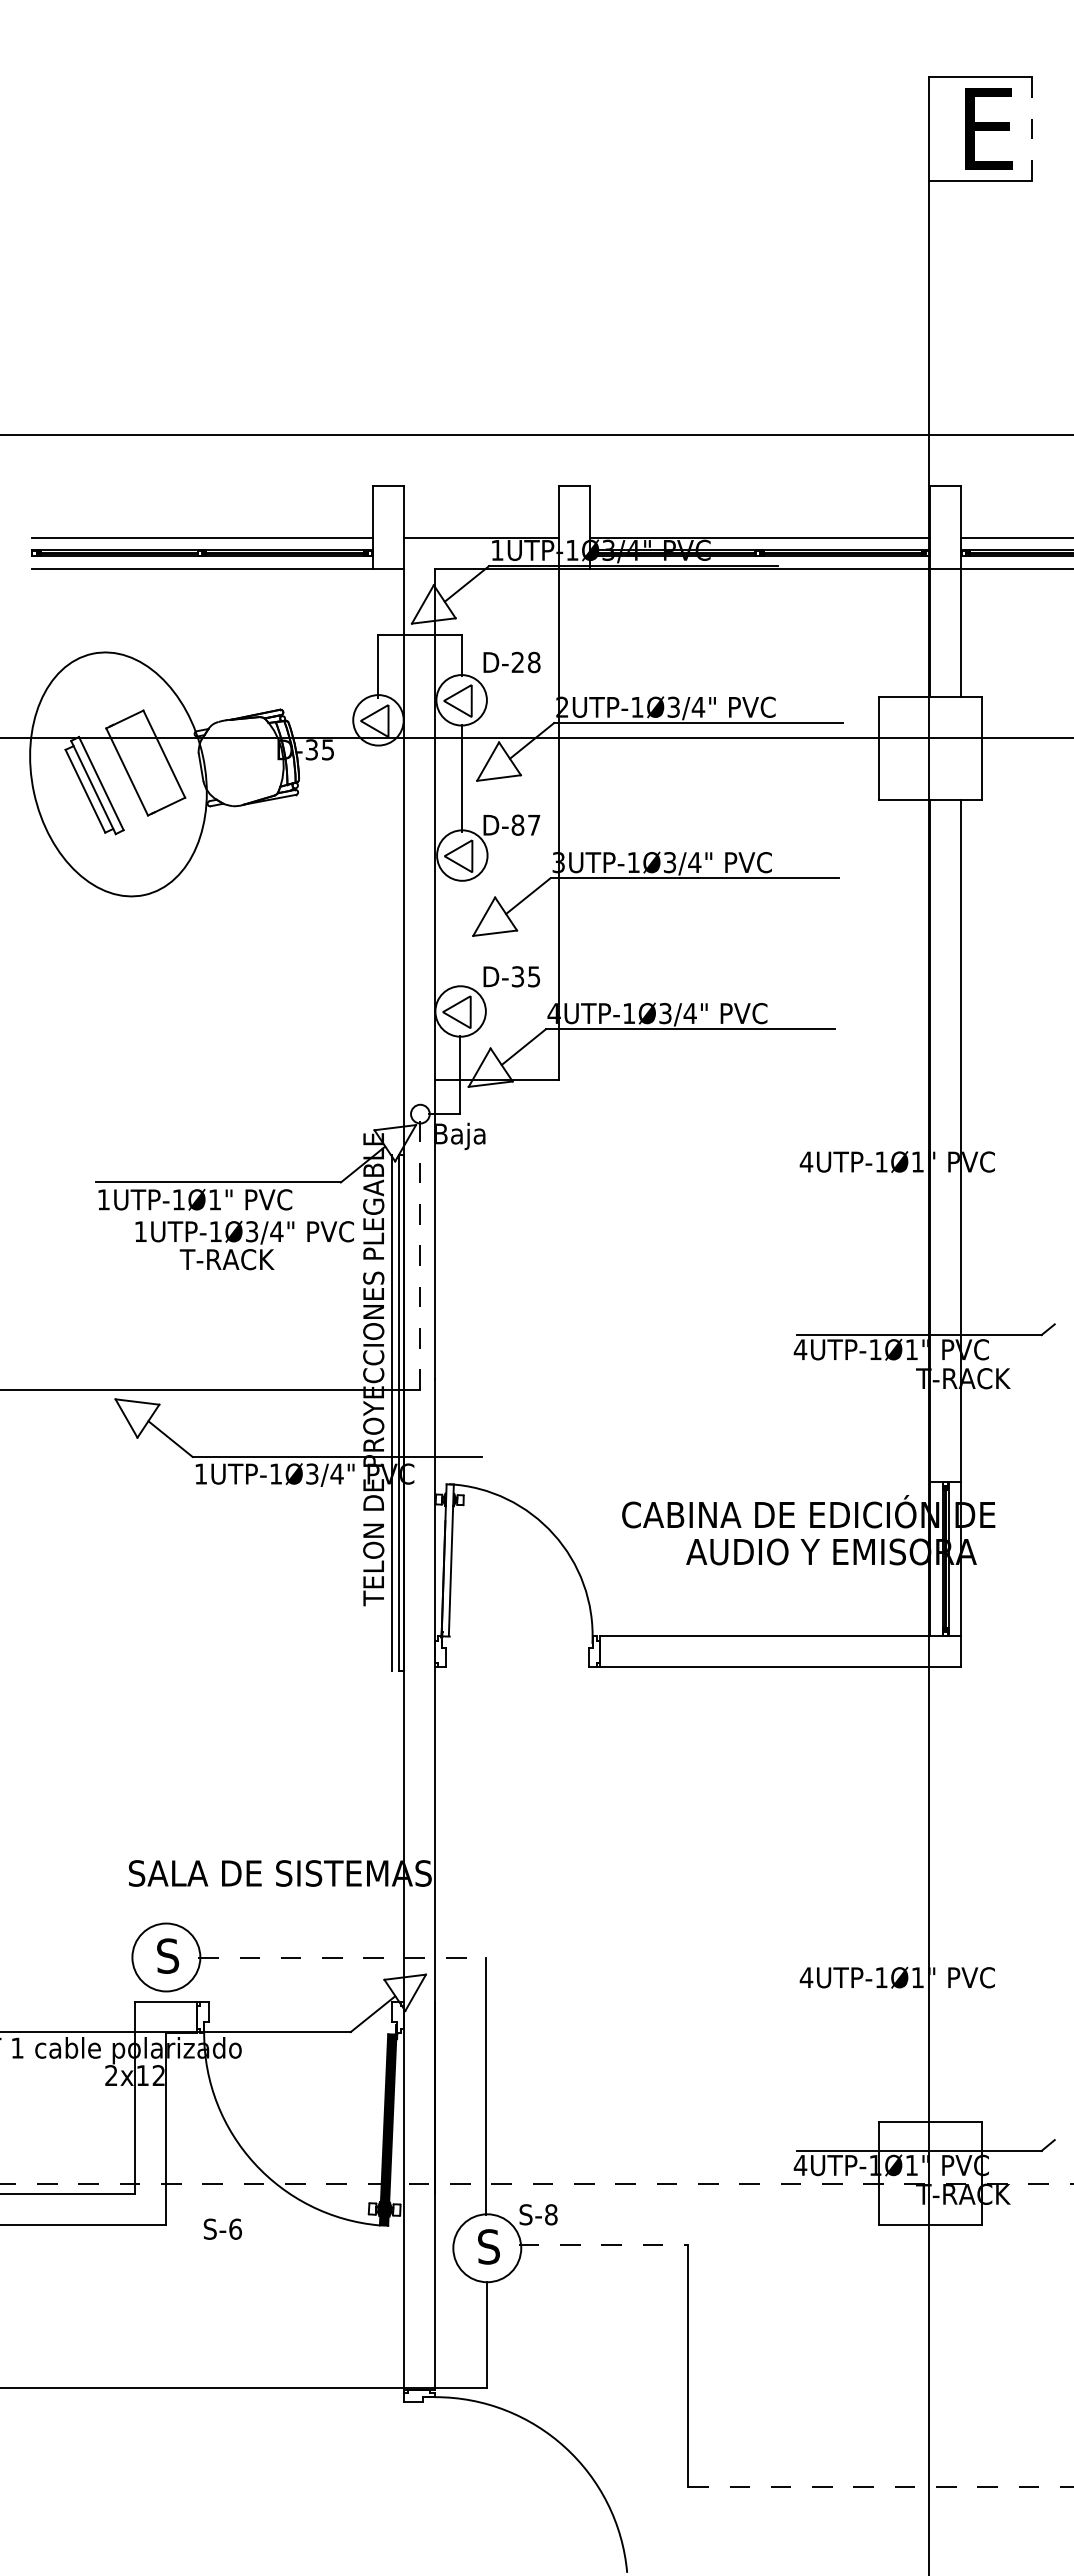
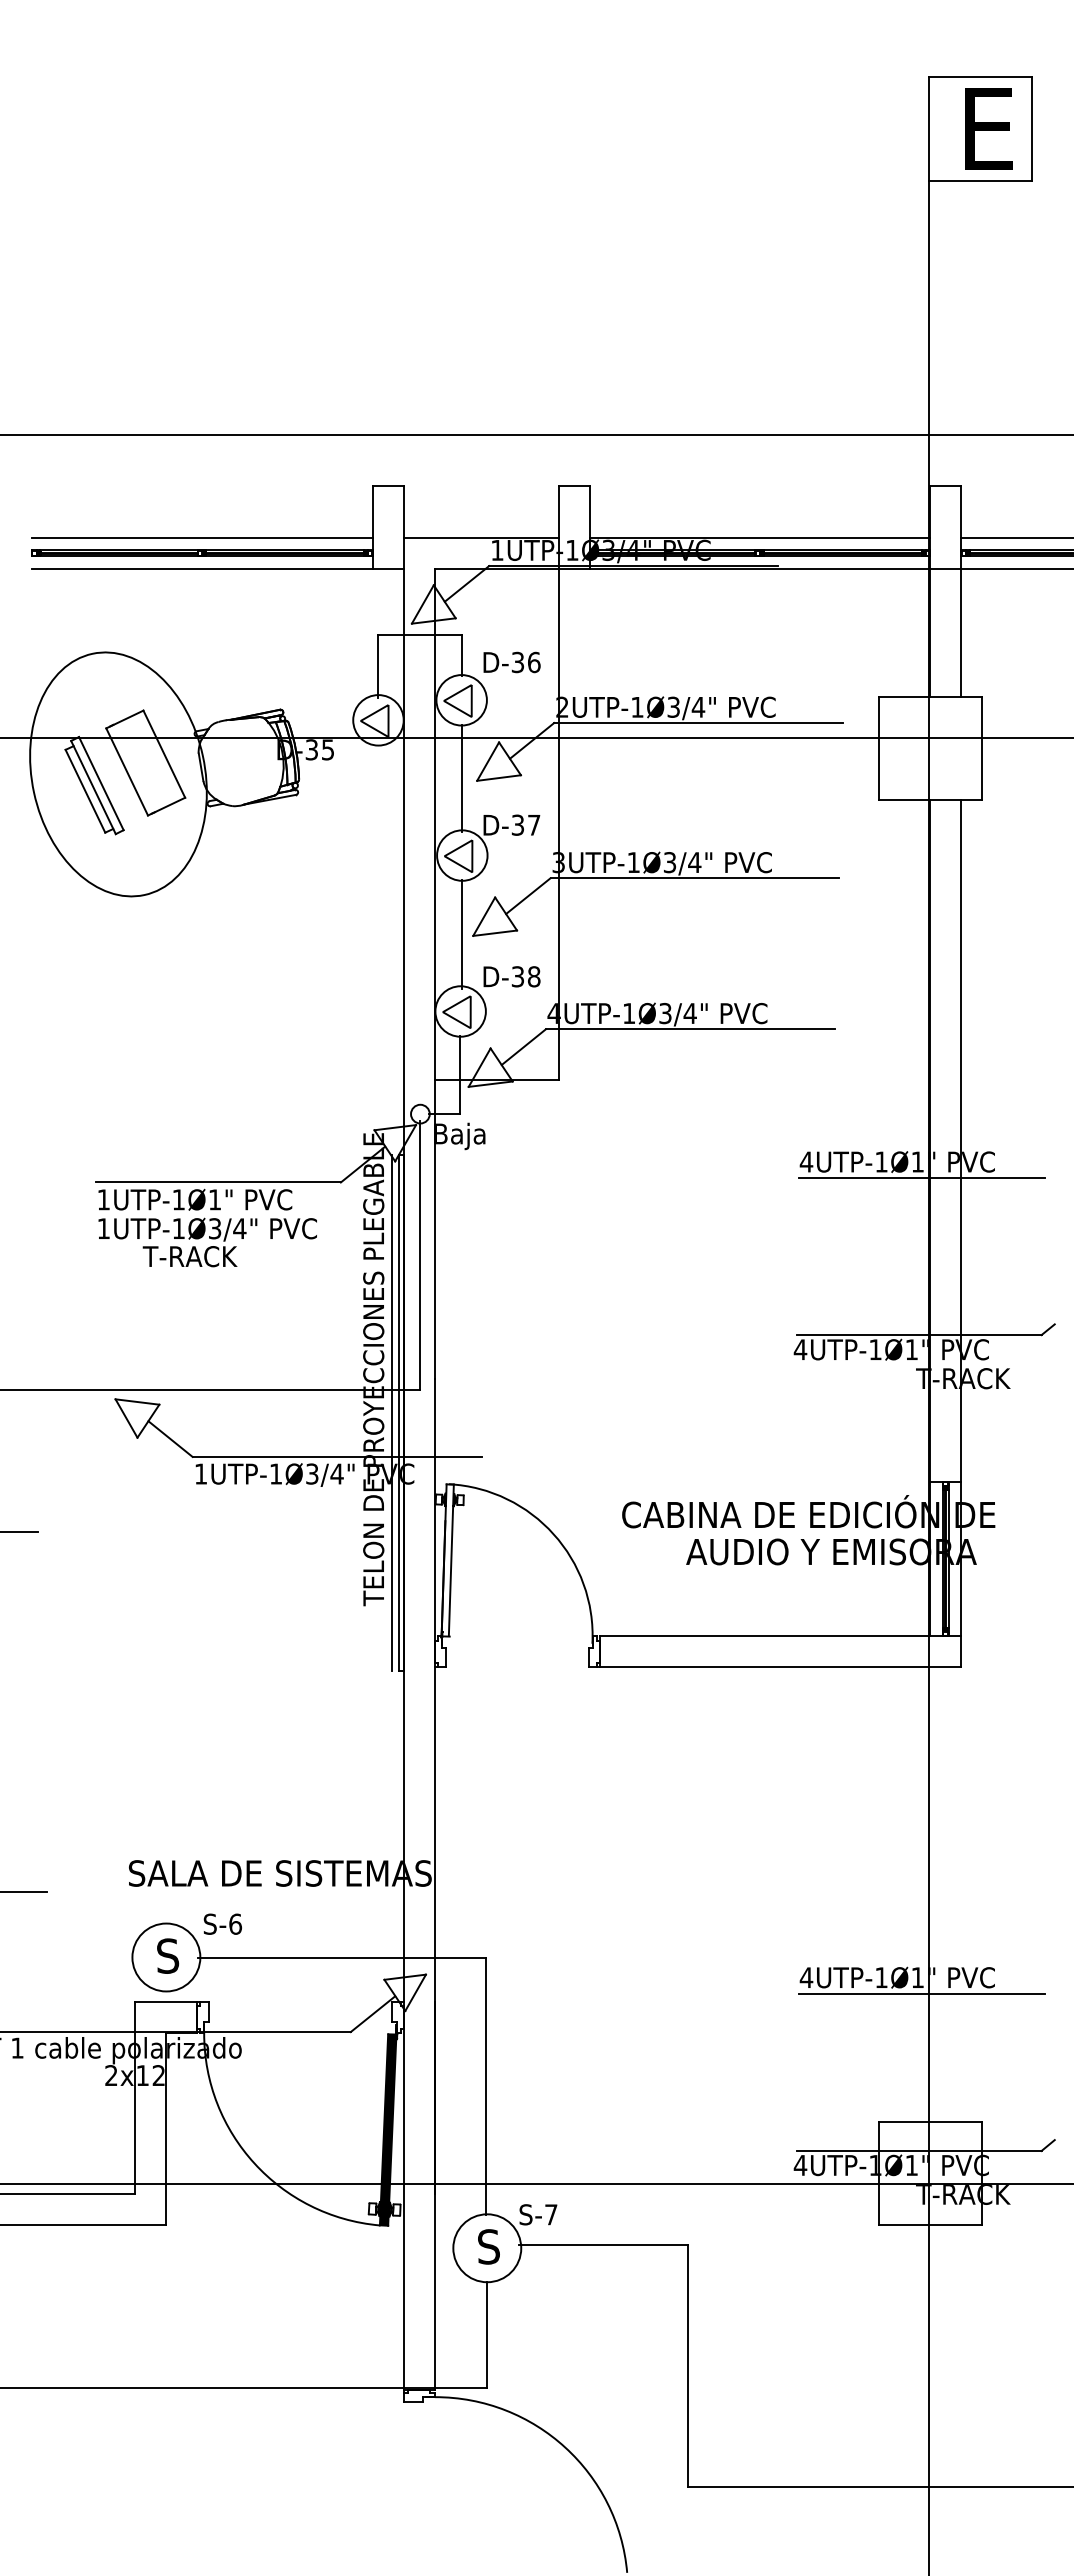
line at (1031, 128): dashed -> solid
text at (525, 662): D-28 -> D-36
text at (517, 824): D-87 -> D-37
line at (461, 934): none -> present
text at (533, 976): D-35 -> D-38
line at (921, 1177): none -> present
text at (244, 1245) position: (244, 1245) -> (207, 1242)
line at (419, 1255): dashed -> solid
line at (19, 1532): none -> present
line at (24, 1892): none -> present
line at (342, 1957): dashed -> solid
line at (921, 1993): none -> present
line at (536, 2183): dashed -> solid
text at (551, 2214): S-8 -> S-7
text at (222, 2228) position: (222, 2228) -> (222, 1923)
line at (603, 2245): dashed -> solid
line at (881, 2487): dashed -> solid
